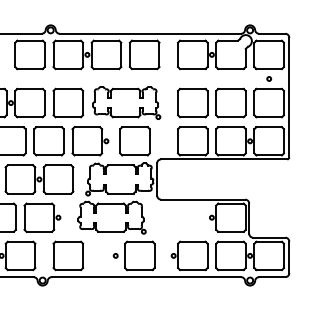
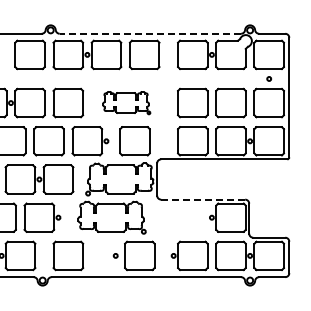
line at (150, 33): solid -> dashed
part at (126, 102) size: 70x34 px -> 50x25 px
line at (202, 199): solid -> dashed
